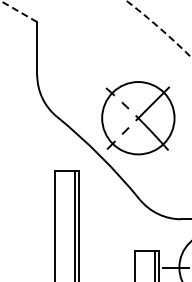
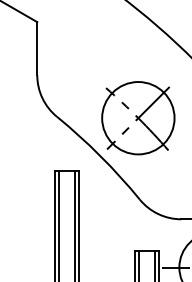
line at (18, 11): dashed -> solid
arc at (159, 27): dashed -> solid
line at (58, 224): none -> present
line at (139, 264): none -> present
